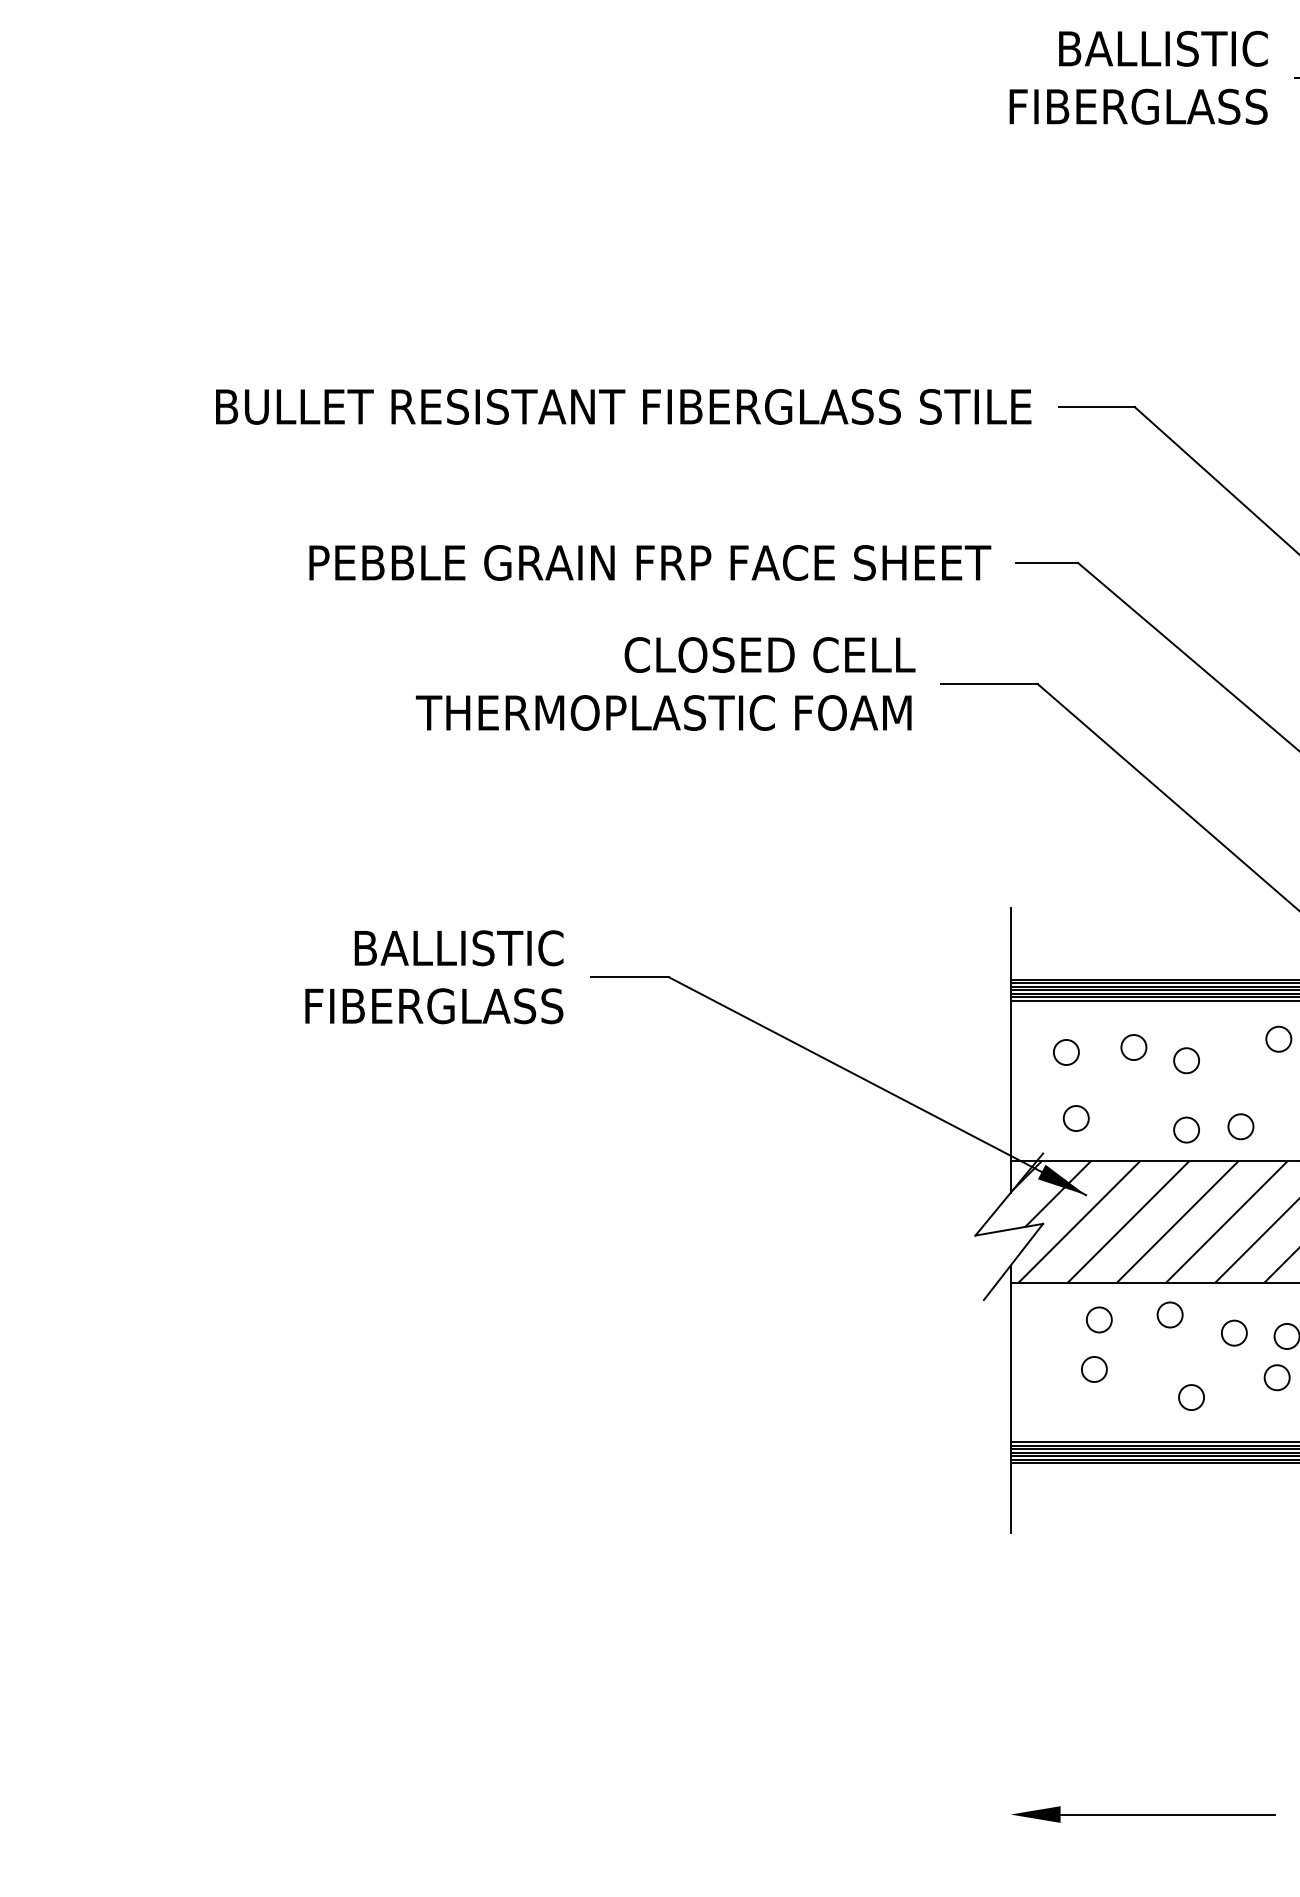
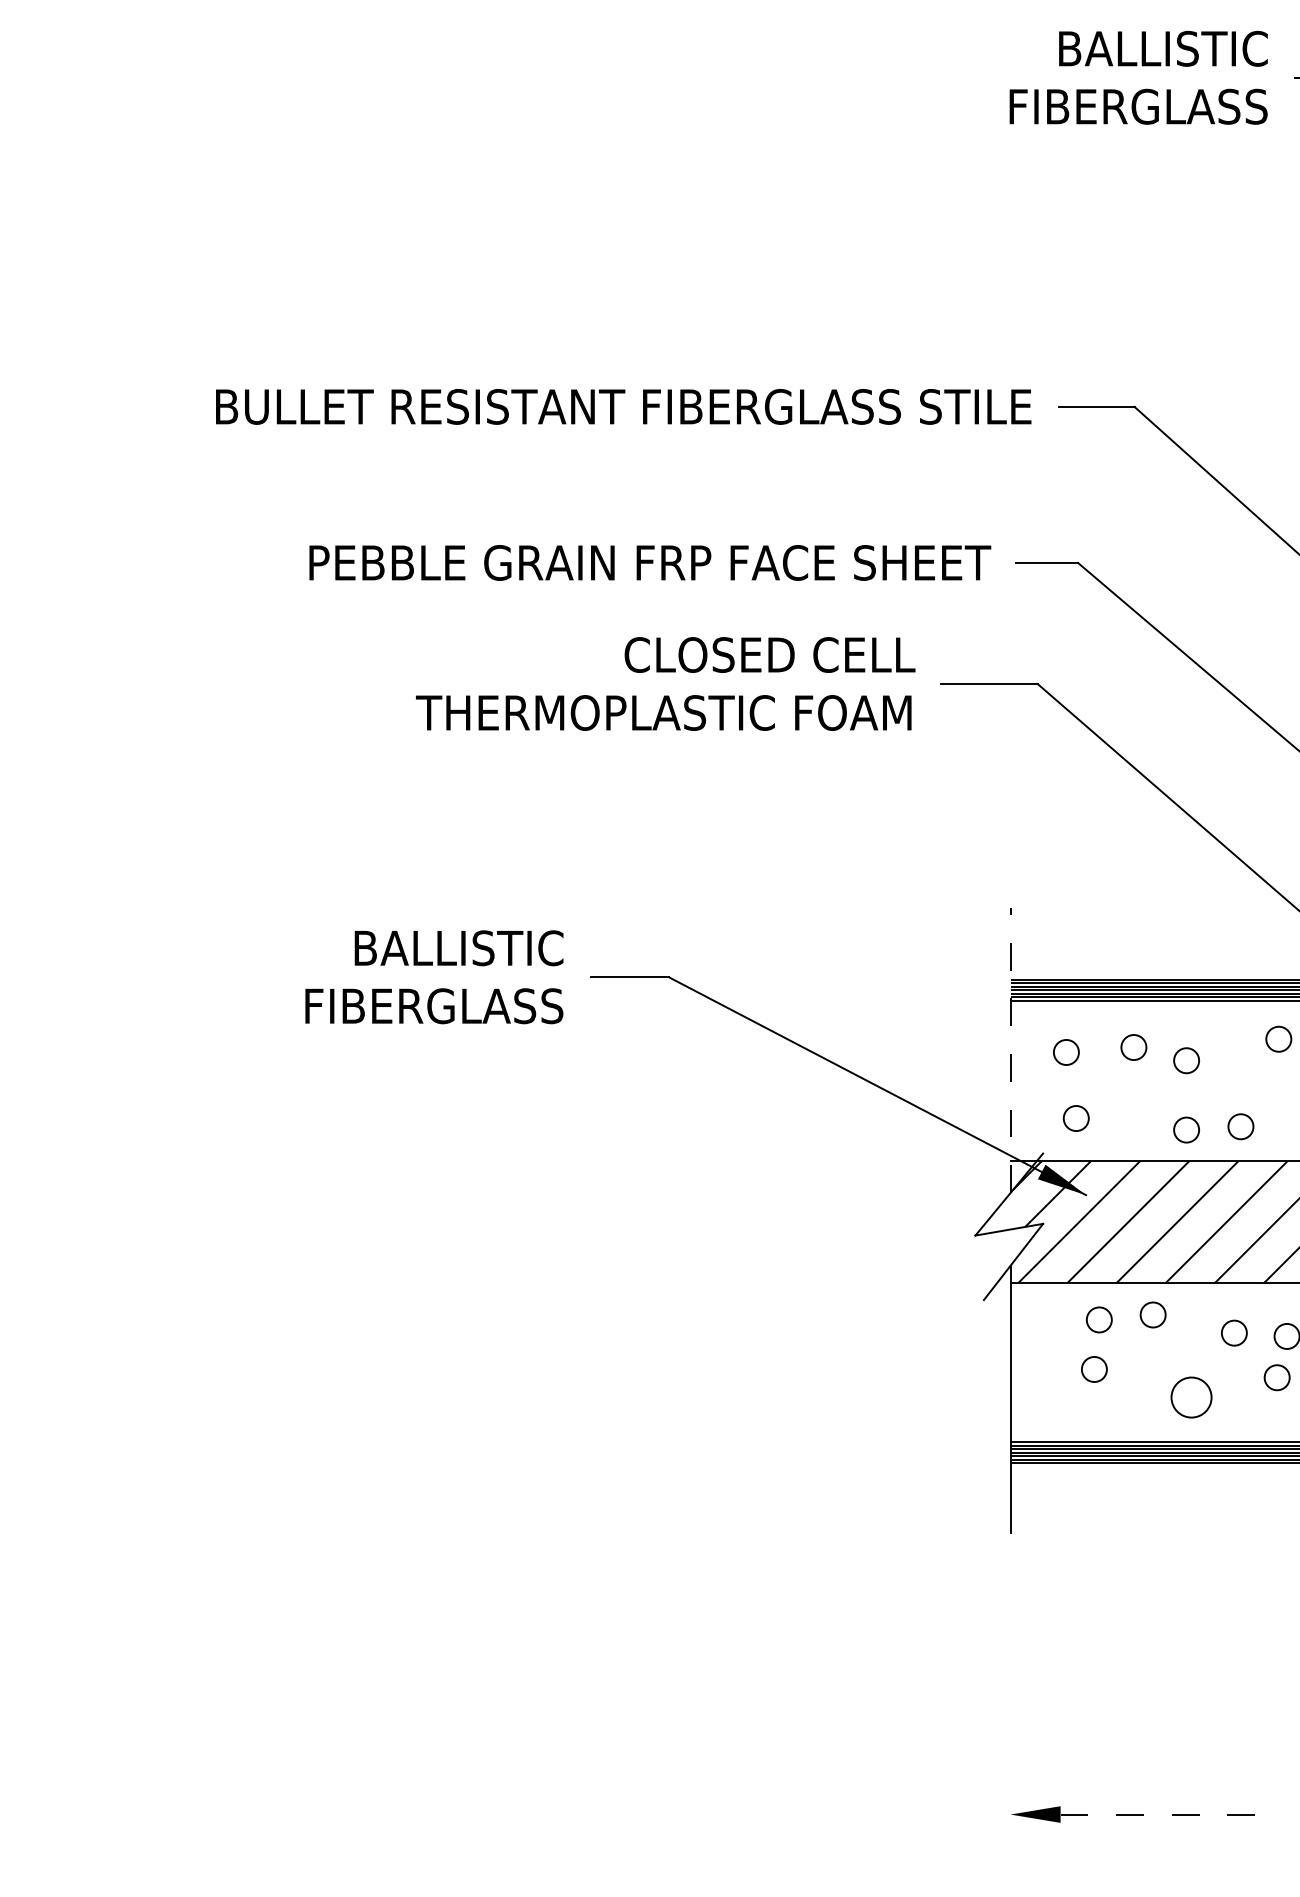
line at (1010, 1050): solid -> dashed
circle at (1169, 1314) position: (1169, 1314) -> (1152, 1314)
circle at (1191, 1397) diameter: 25 px -> 40 px
line at (1168, 1814): solid -> dashed
